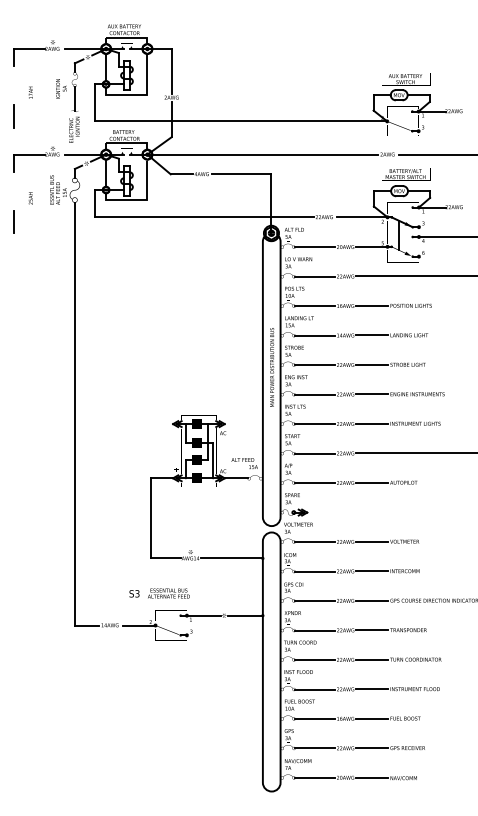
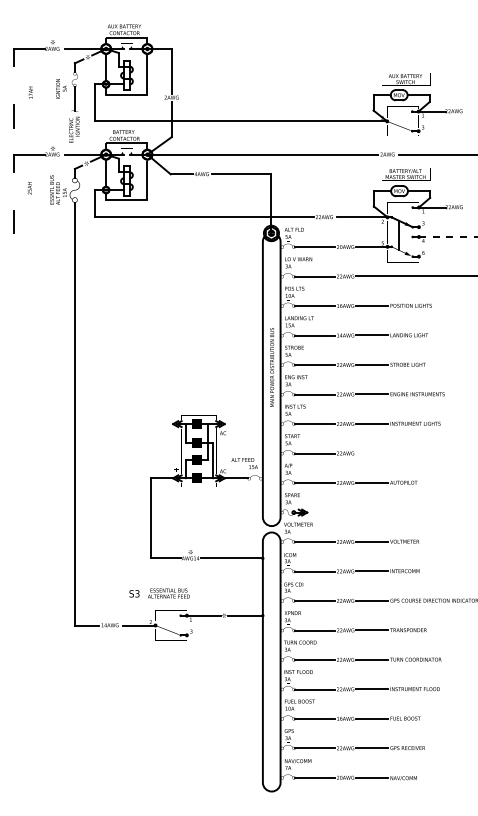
text at (30, 198) position: (30, 198) -> (29, 188)
line at (449, 237): solid -> dashed
line at (415, 453): present -> none
